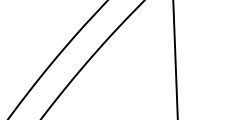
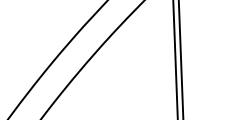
line at (180, 59): none -> present
